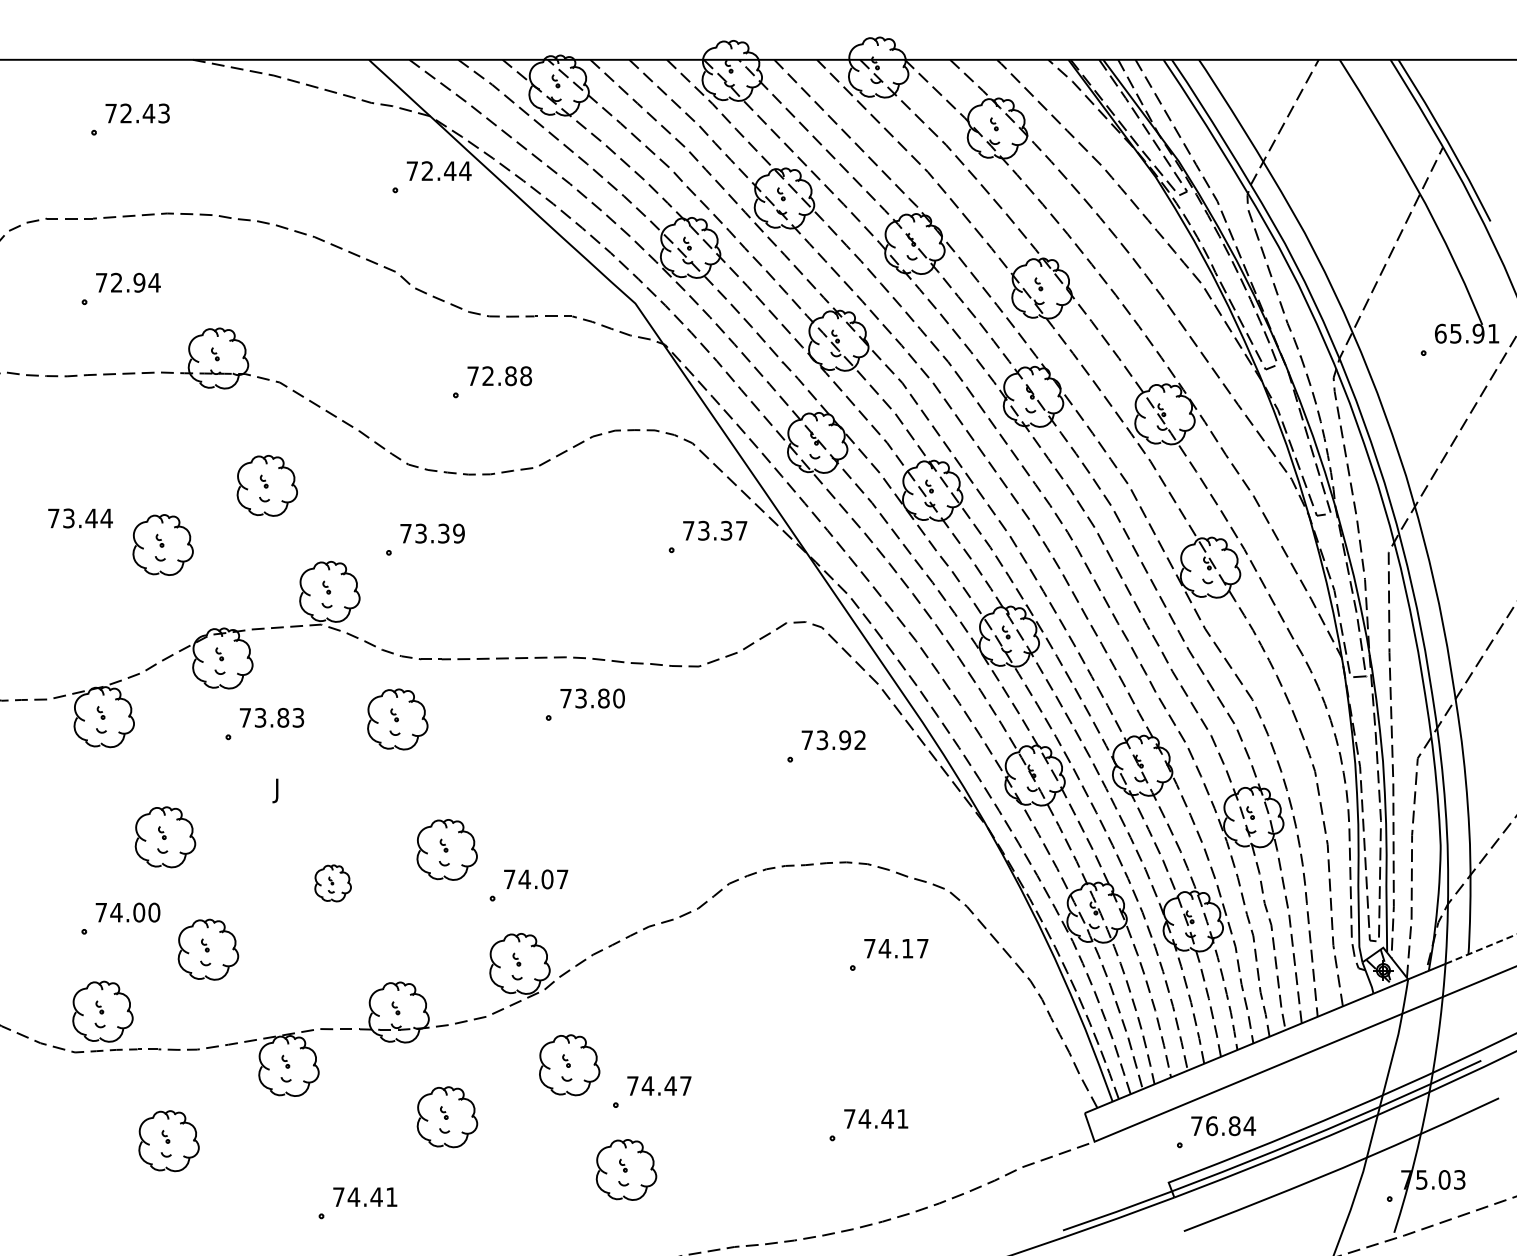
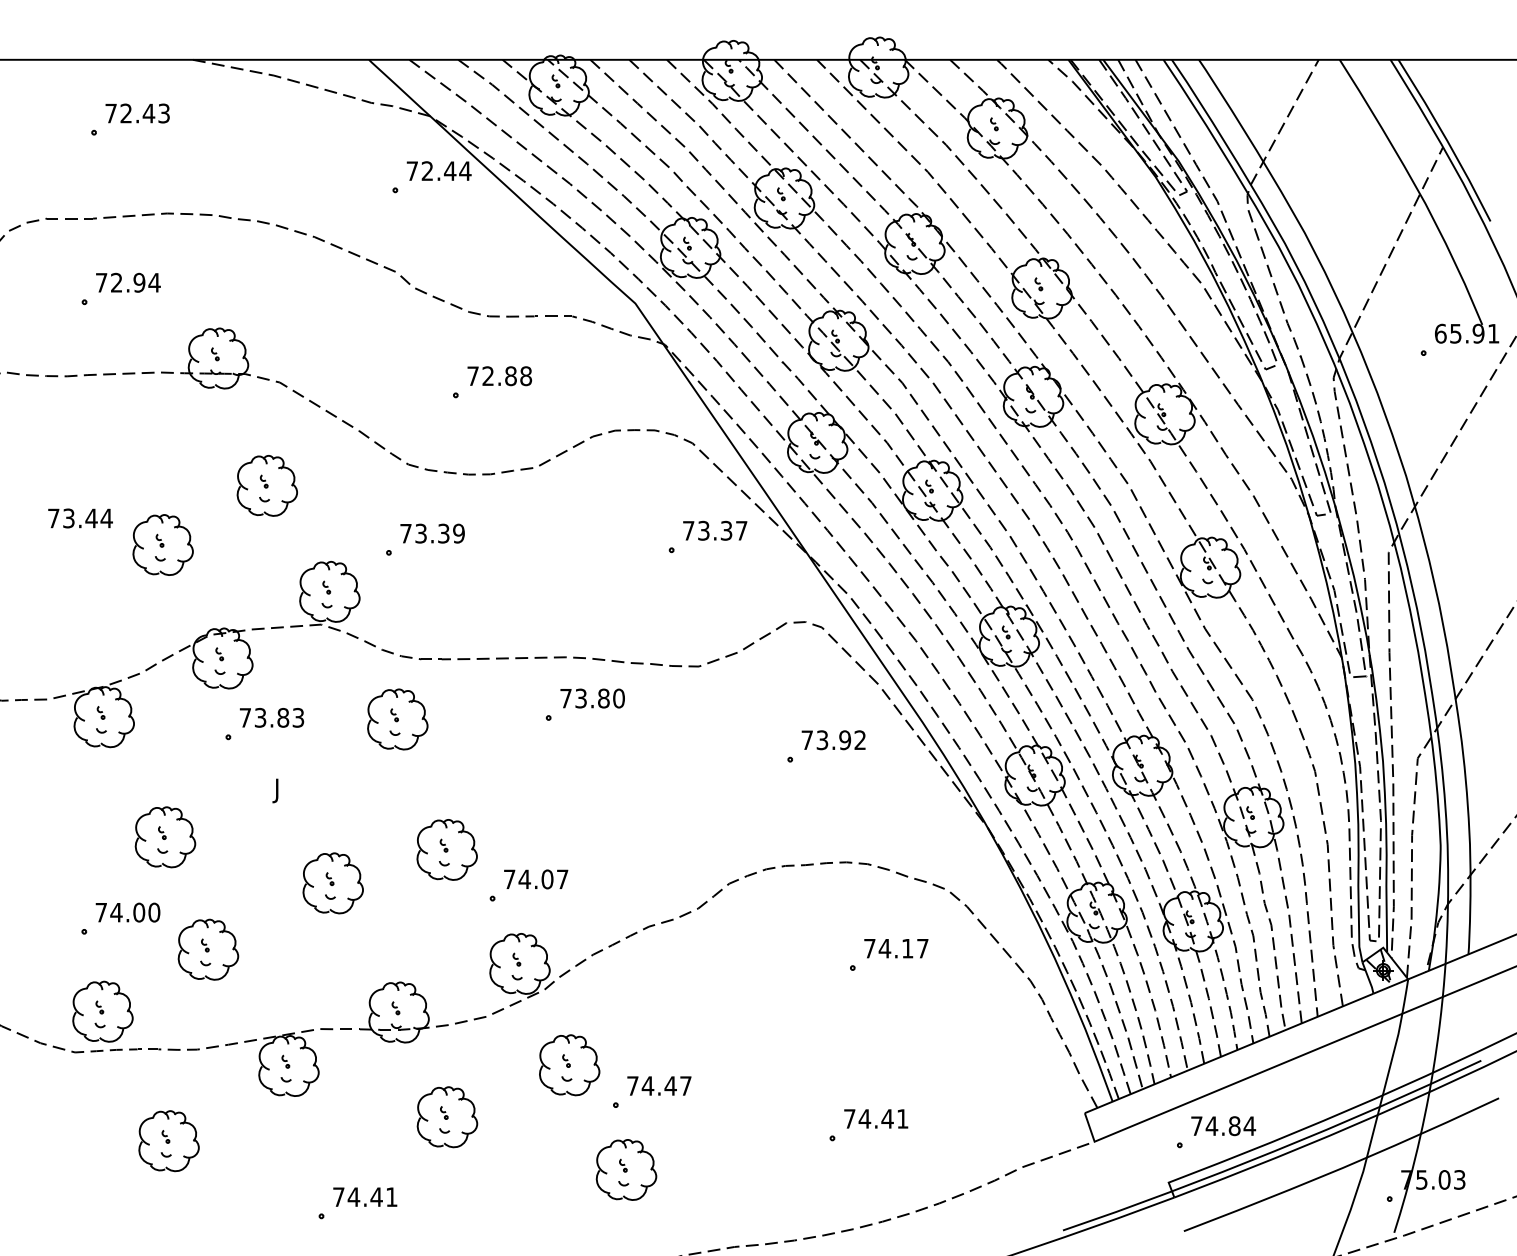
part at (332, 883) size: 38x39 px -> 62x63 px
line at (1481, 949): dashed -> solid
text at (1211, 1126): 76.84 -> 74.84
